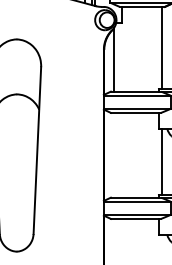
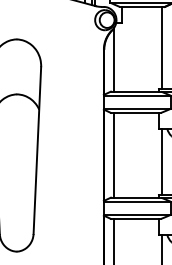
line at (114, 154): none -> present
line at (114, 239): none -> present
line at (161, 247): none -> present
